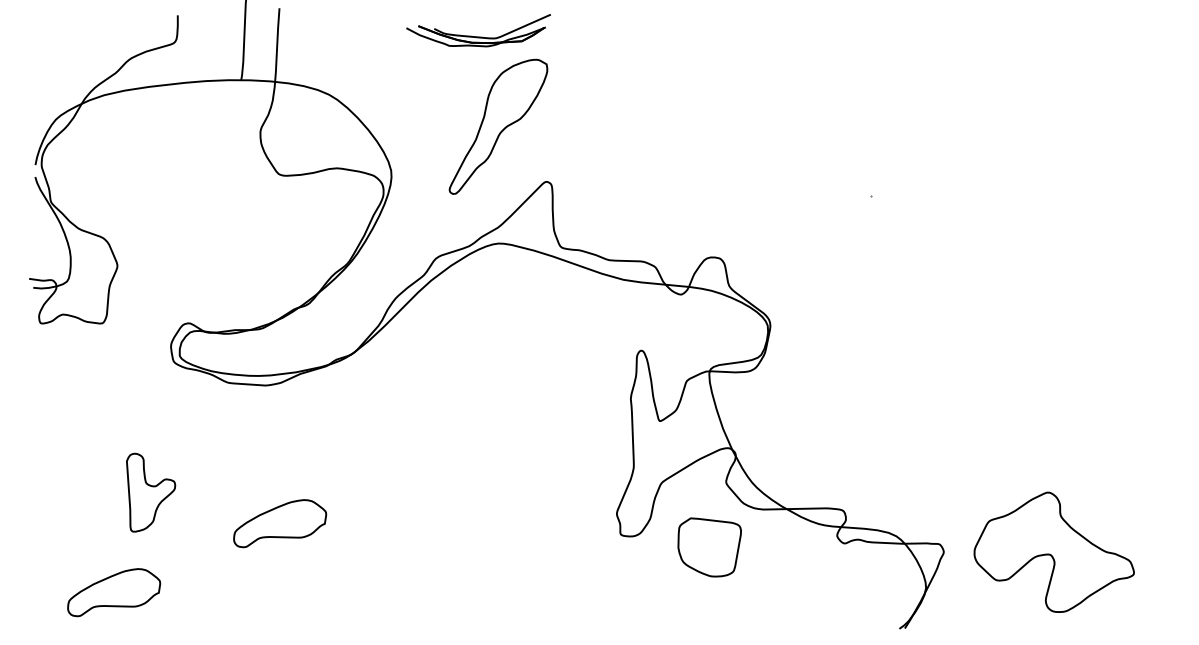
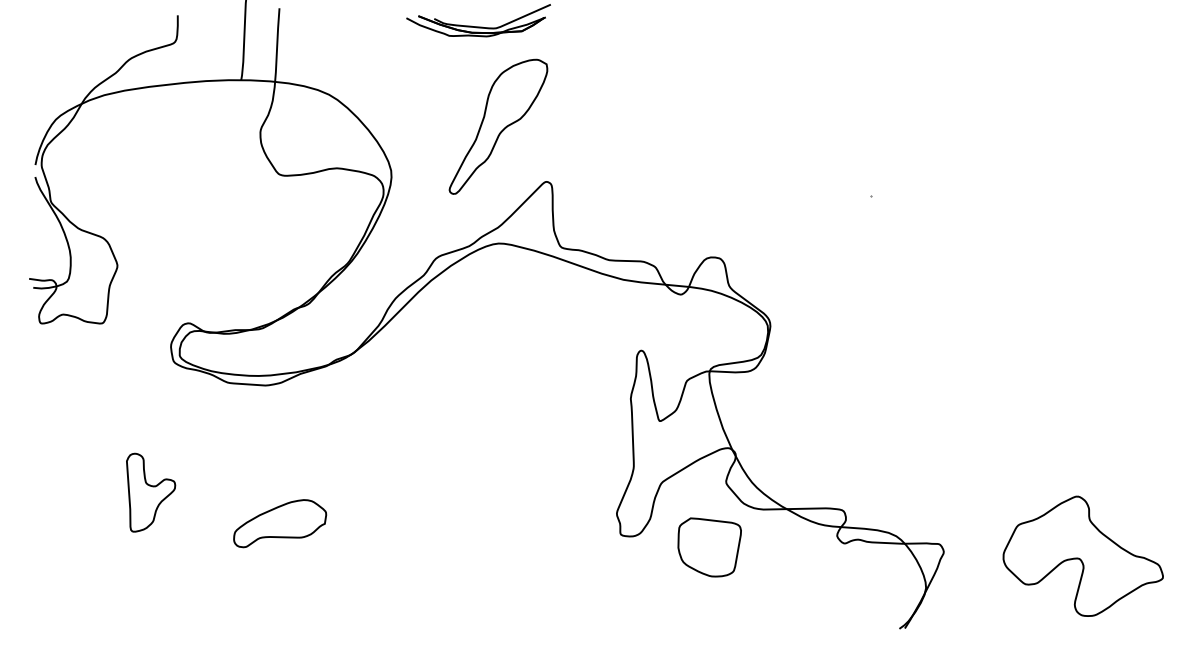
part at (478, 30) position: (478, 30) -> (478, 20)
part at (1053, 551) position: (1053, 551) -> (1082, 555)
part at (114, 592): present -> none
